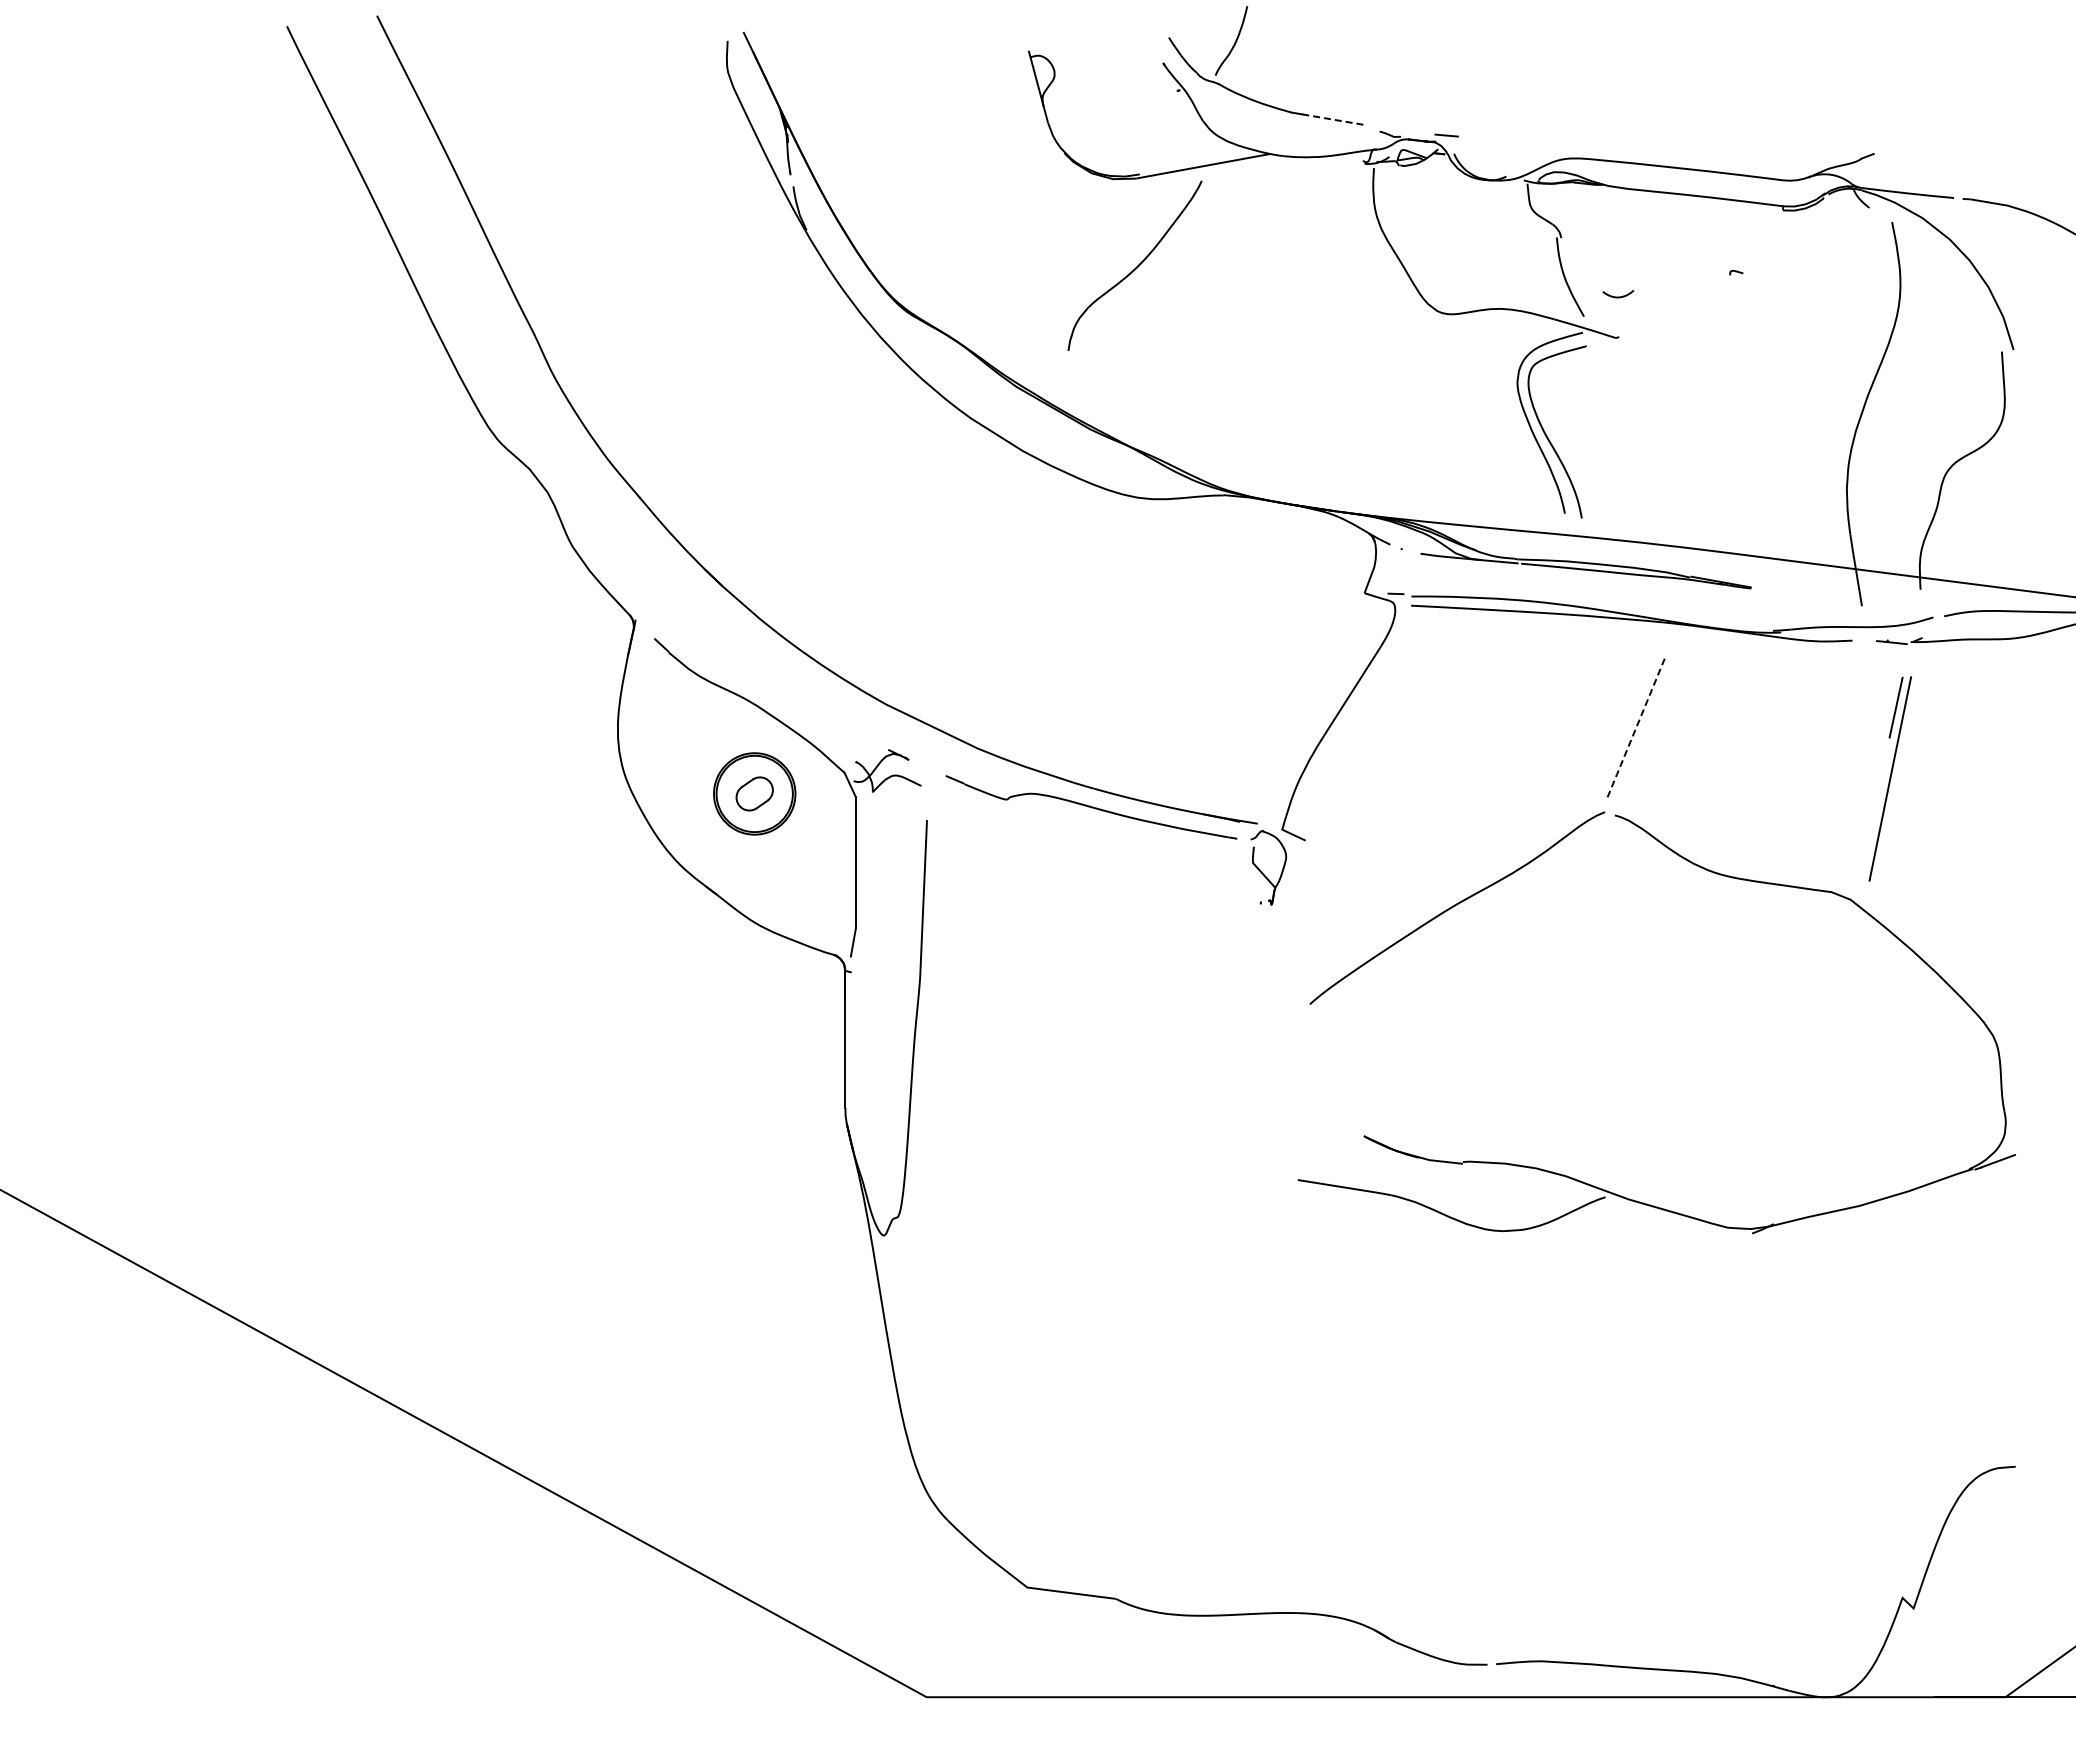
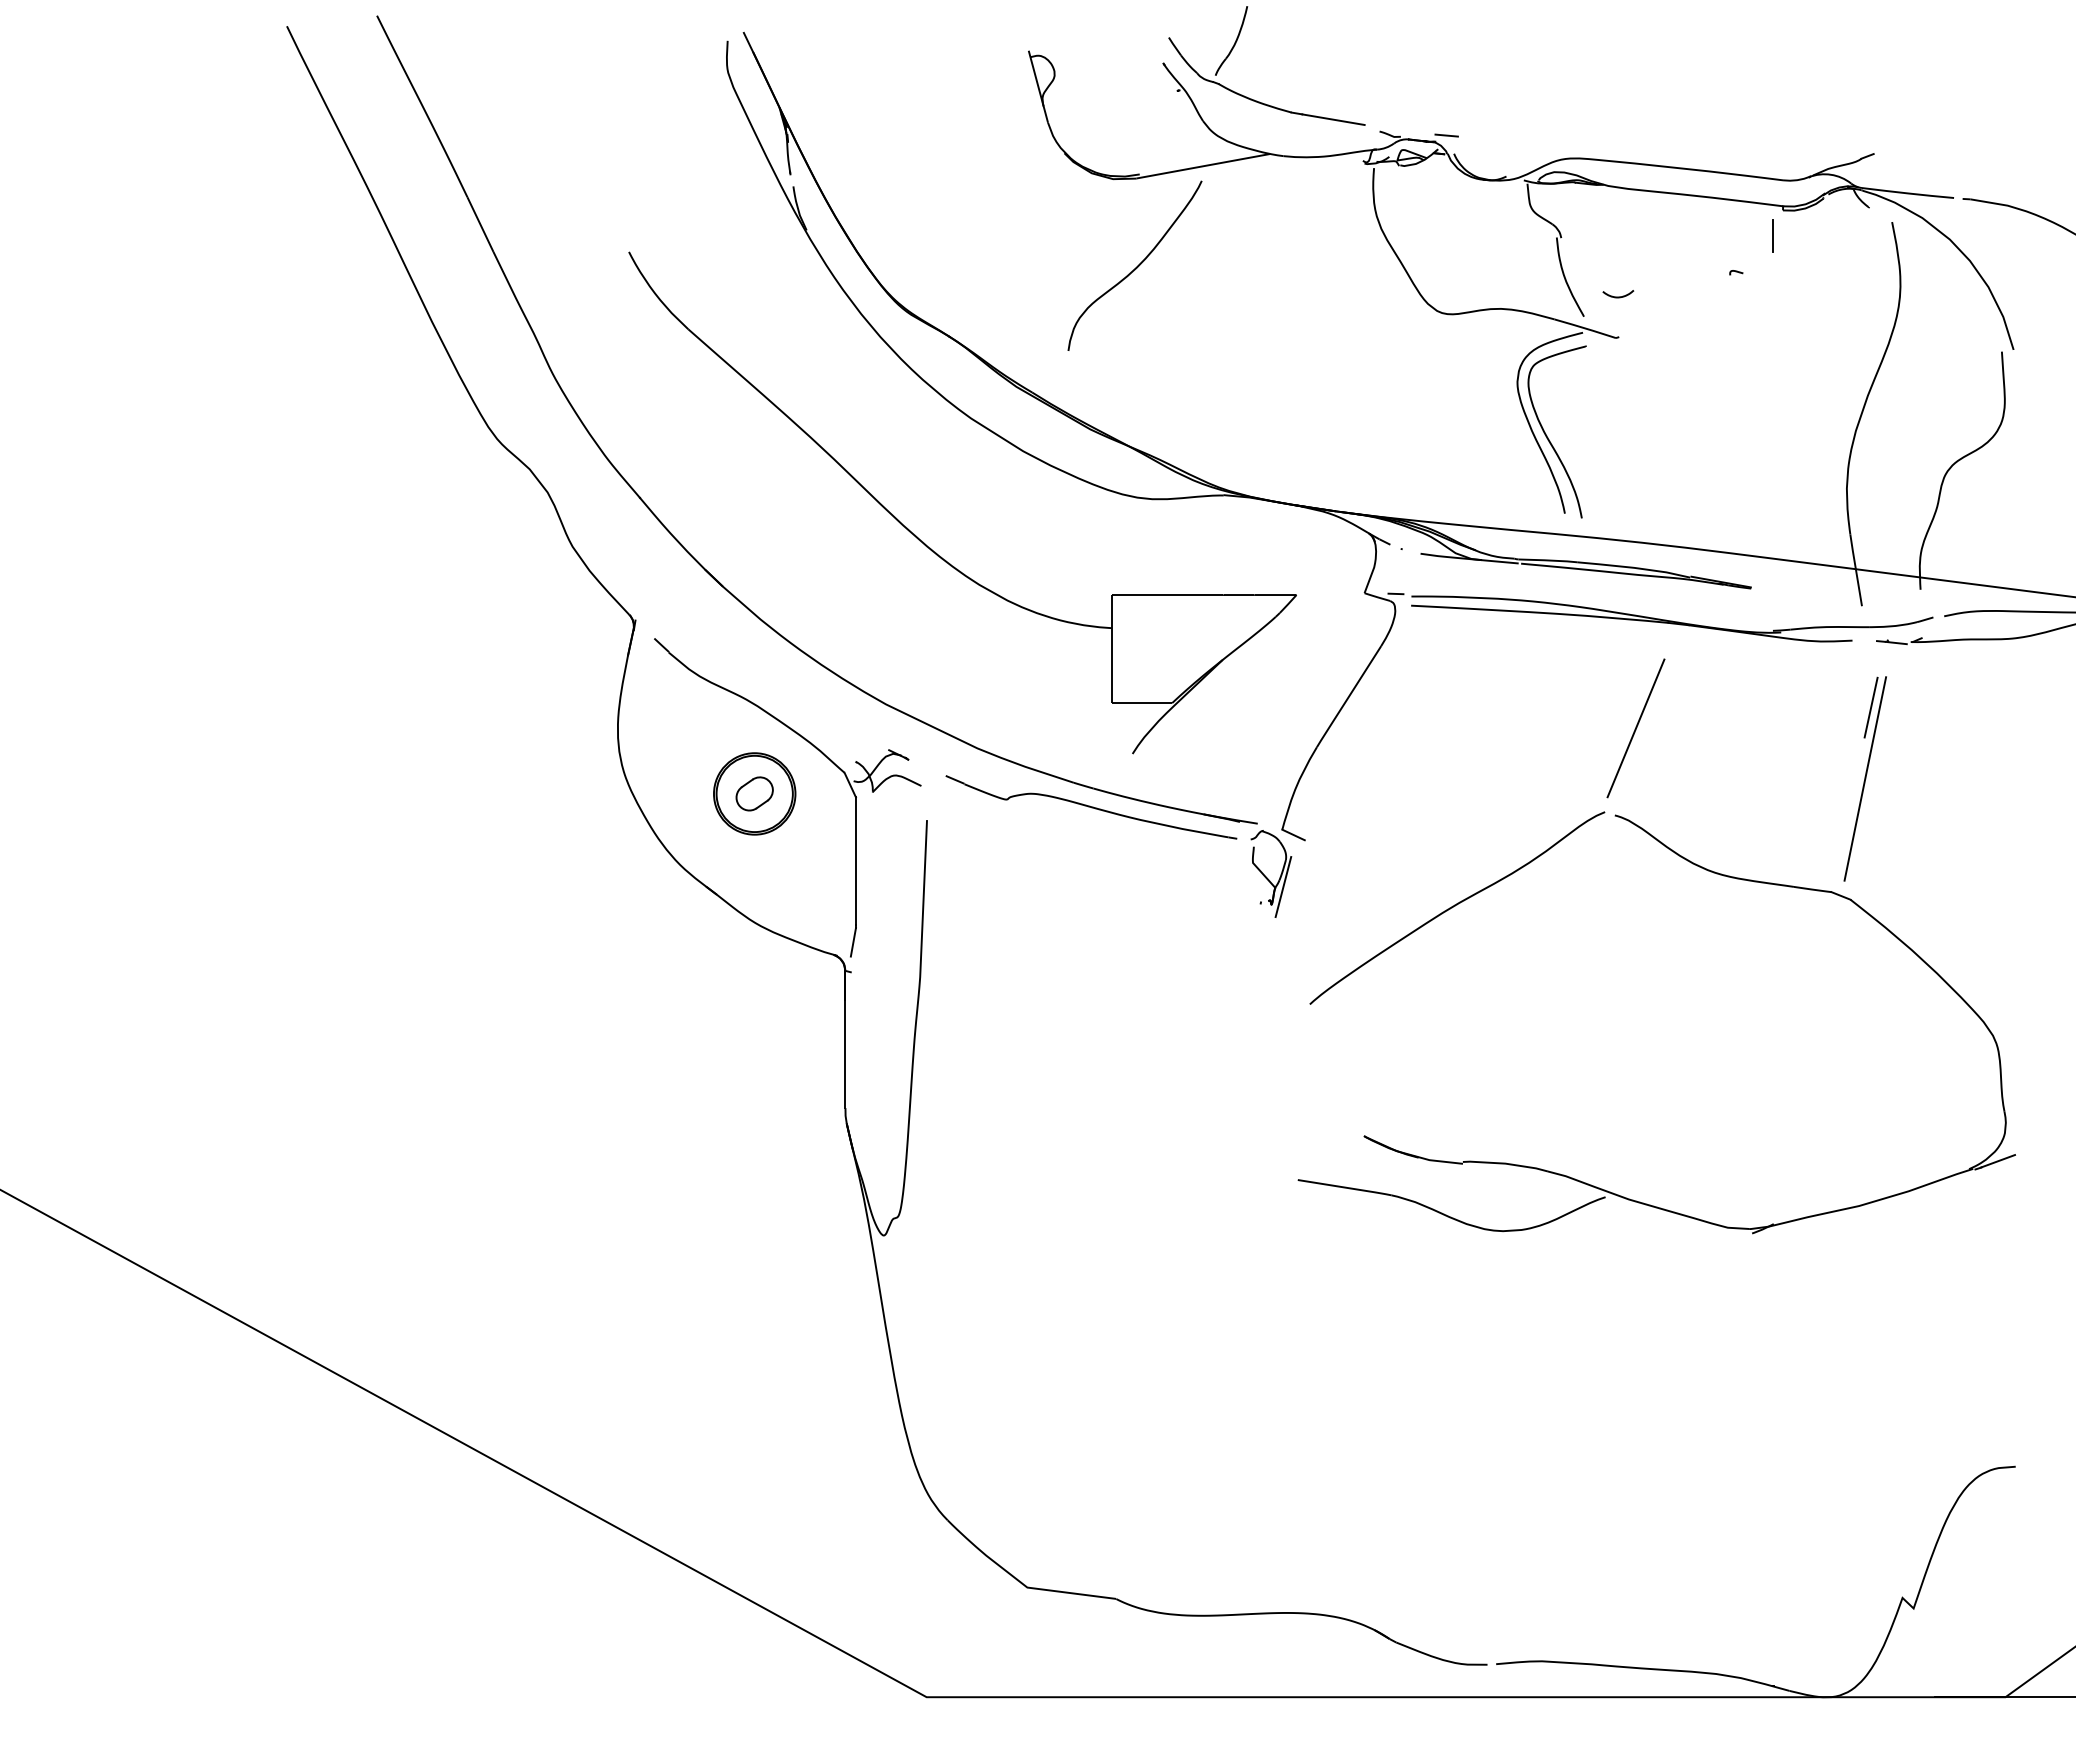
line at (1333, 119): dashed -> solid
line at (1773, 236): none -> present
part at (923, 541): none -> present
line at (1635, 728): dashed -> solid
part at (1889, 778) position: (1889, 778) -> (1864, 778)
line at (1283, 887): none -> present
